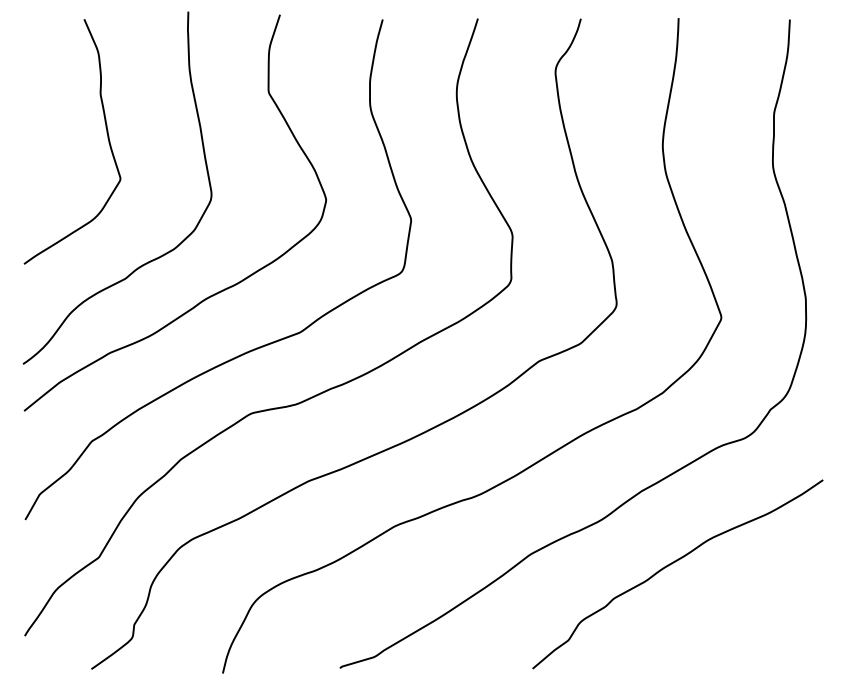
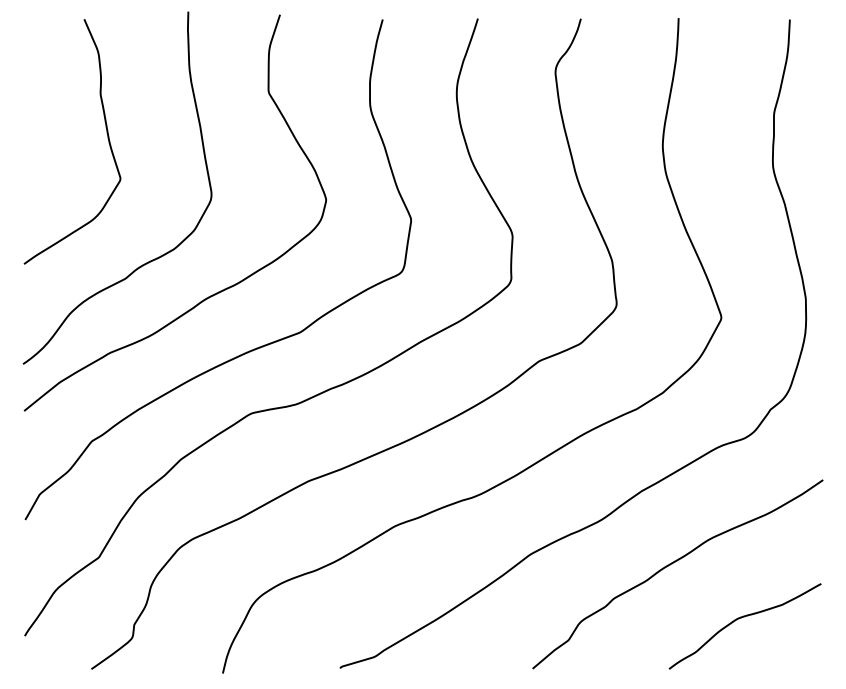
curve at (741, 618): none -> present
